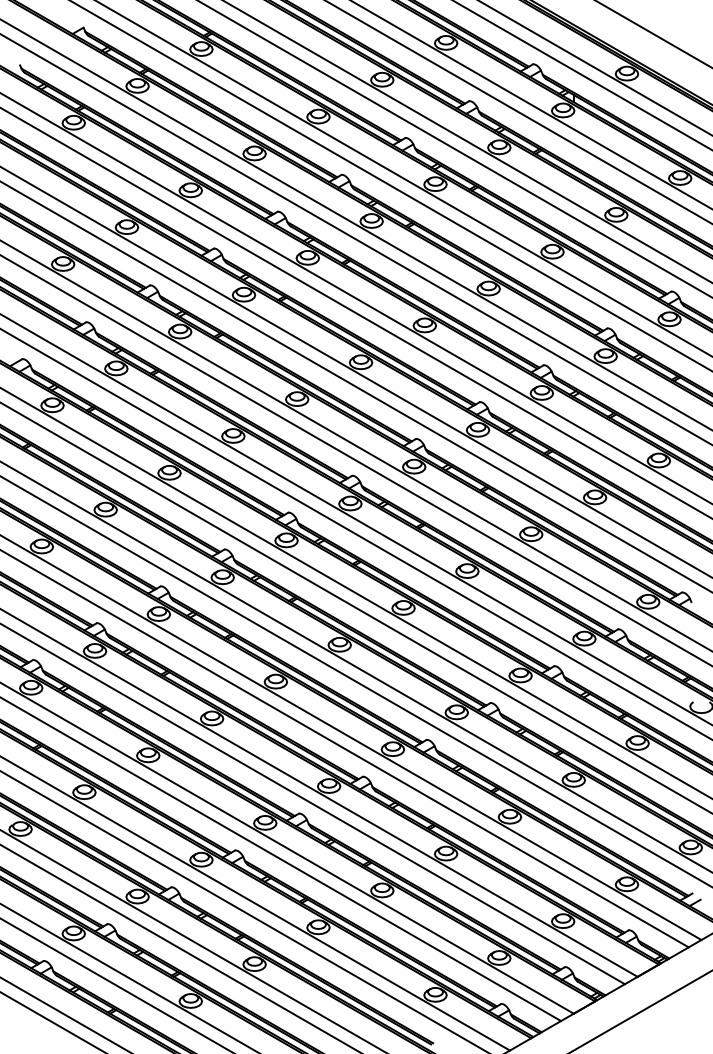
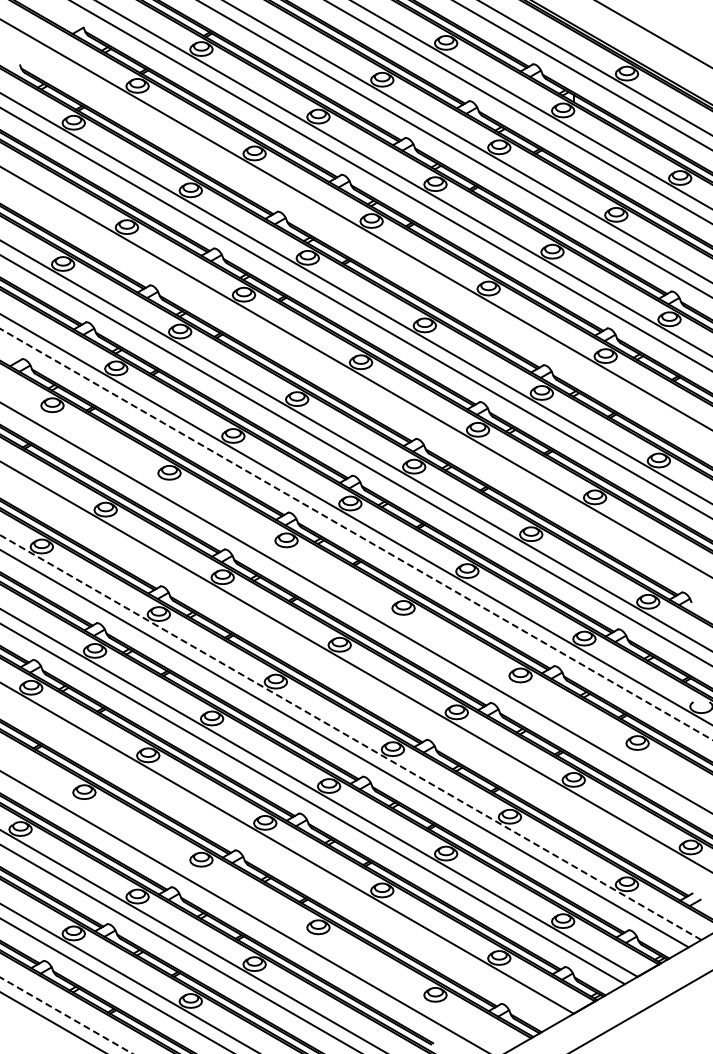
line at (355, 239): present -> none
line at (355, 386): present -> none
line at (356, 534): solid -> dashed
line at (355, 593): present -> none
line at (355, 681): present -> none
line at (350, 737): solid -> dashed
line at (281, 859): present -> none
line at (255, 903): present -> none
line at (65, 1015): solid -> dashed
